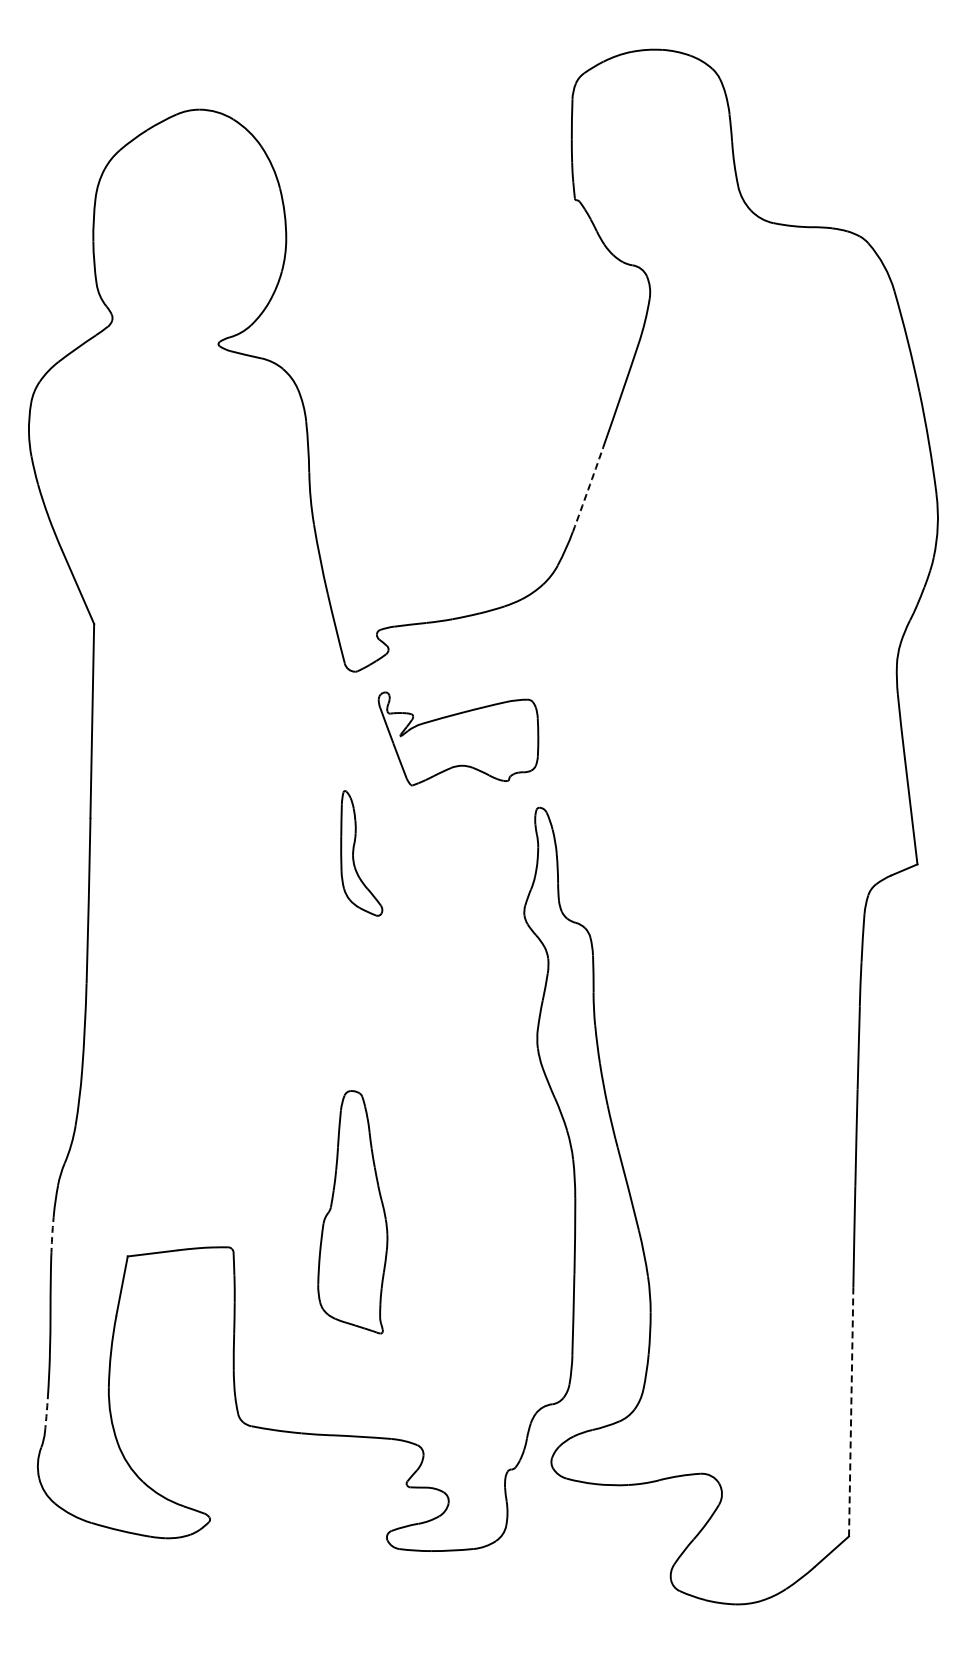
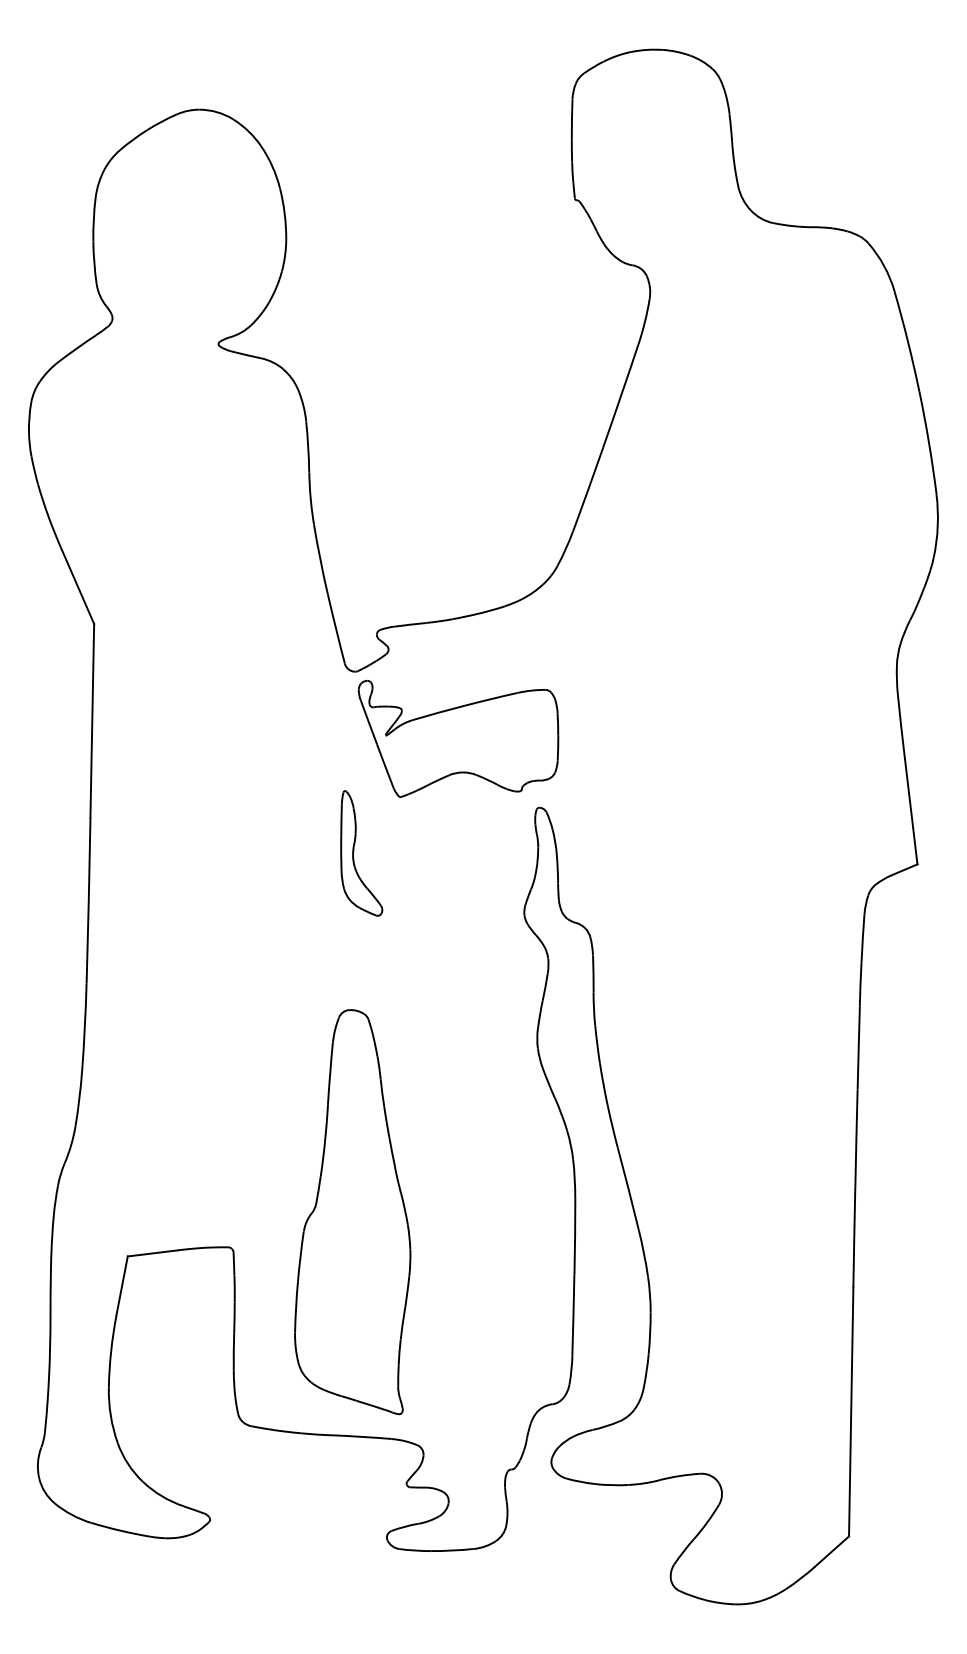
arc at (588, 489): dashed -> solid
part at (458, 738) size: 163x96 px -> 203x118 px
part at (352, 1212) size: 72x245 px -> 118x407 px
arc at (52, 1234): dashed -> solid
line at (851, 1411): dashed -> solid
arc at (46, 1414): dashed -> solid
